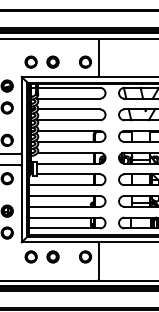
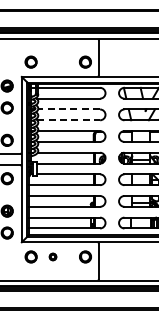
part at (52, 61): present -> none
line at (69, 109): solid -> dashed
line at (69, 120): solid -> dashed
part at (52, 256) size: 14x14 px -> 10x10 px
